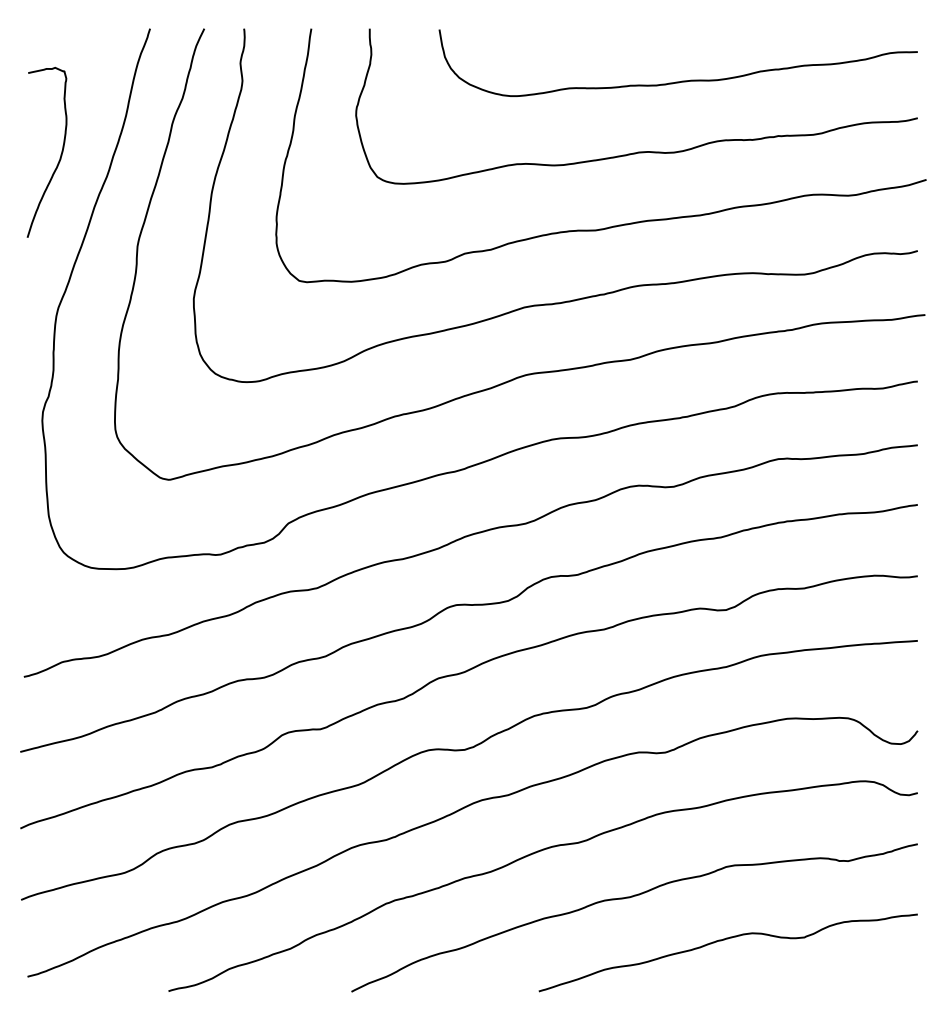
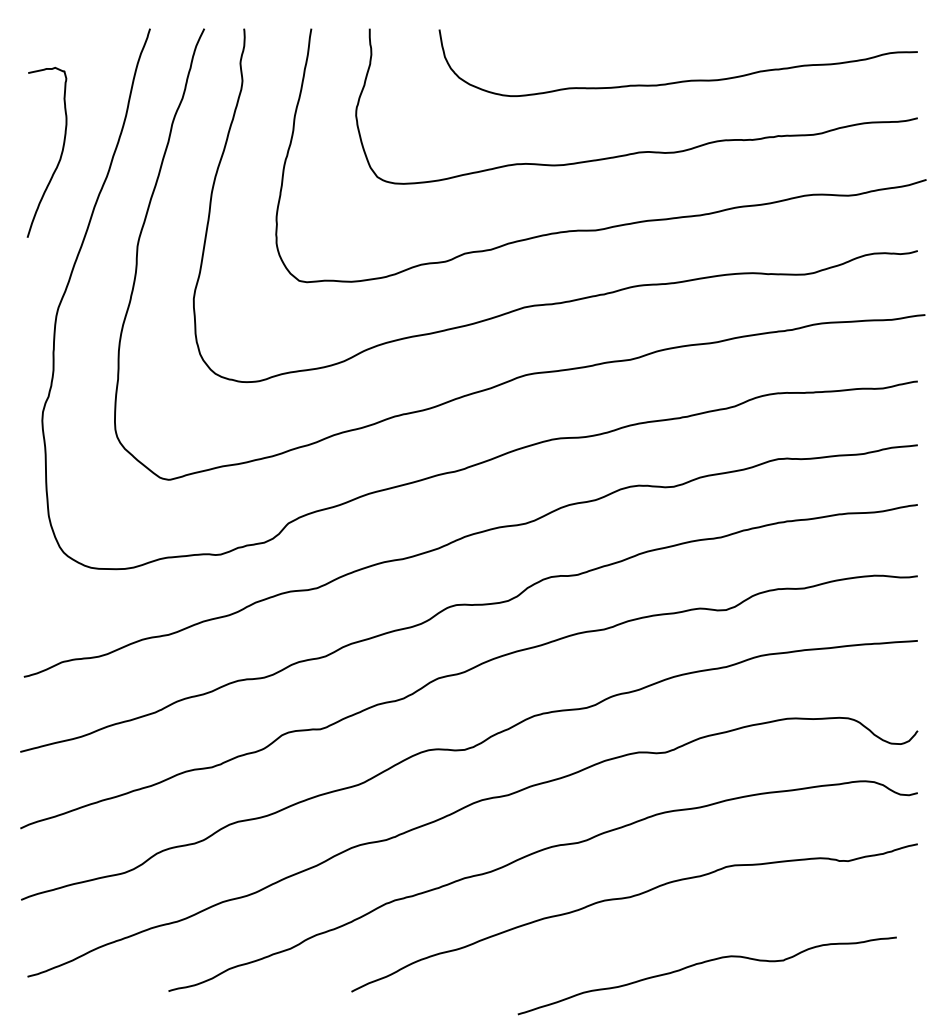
curve at (724, 940) position: (724, 940) -> (703, 963)
